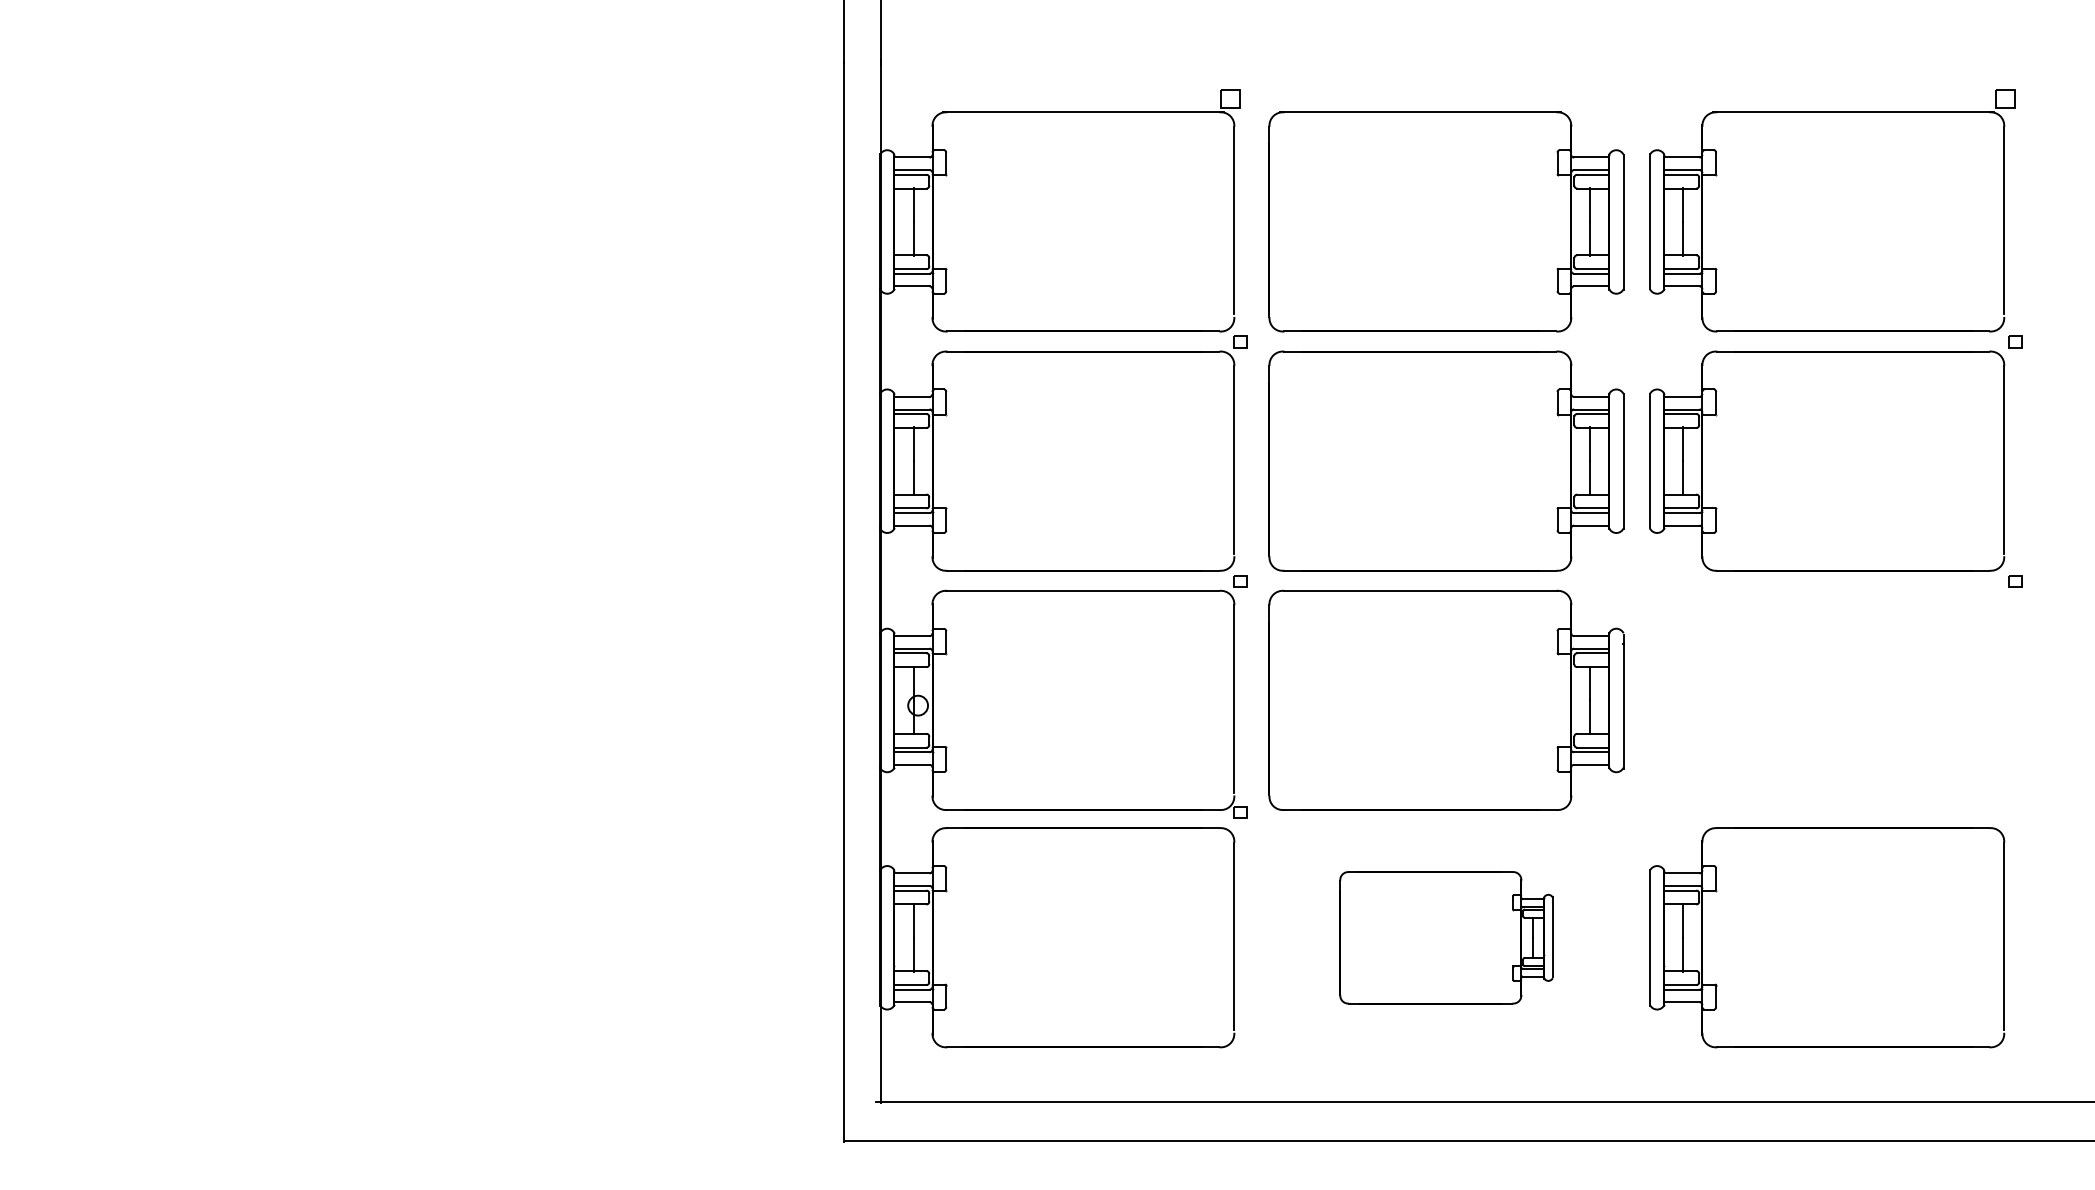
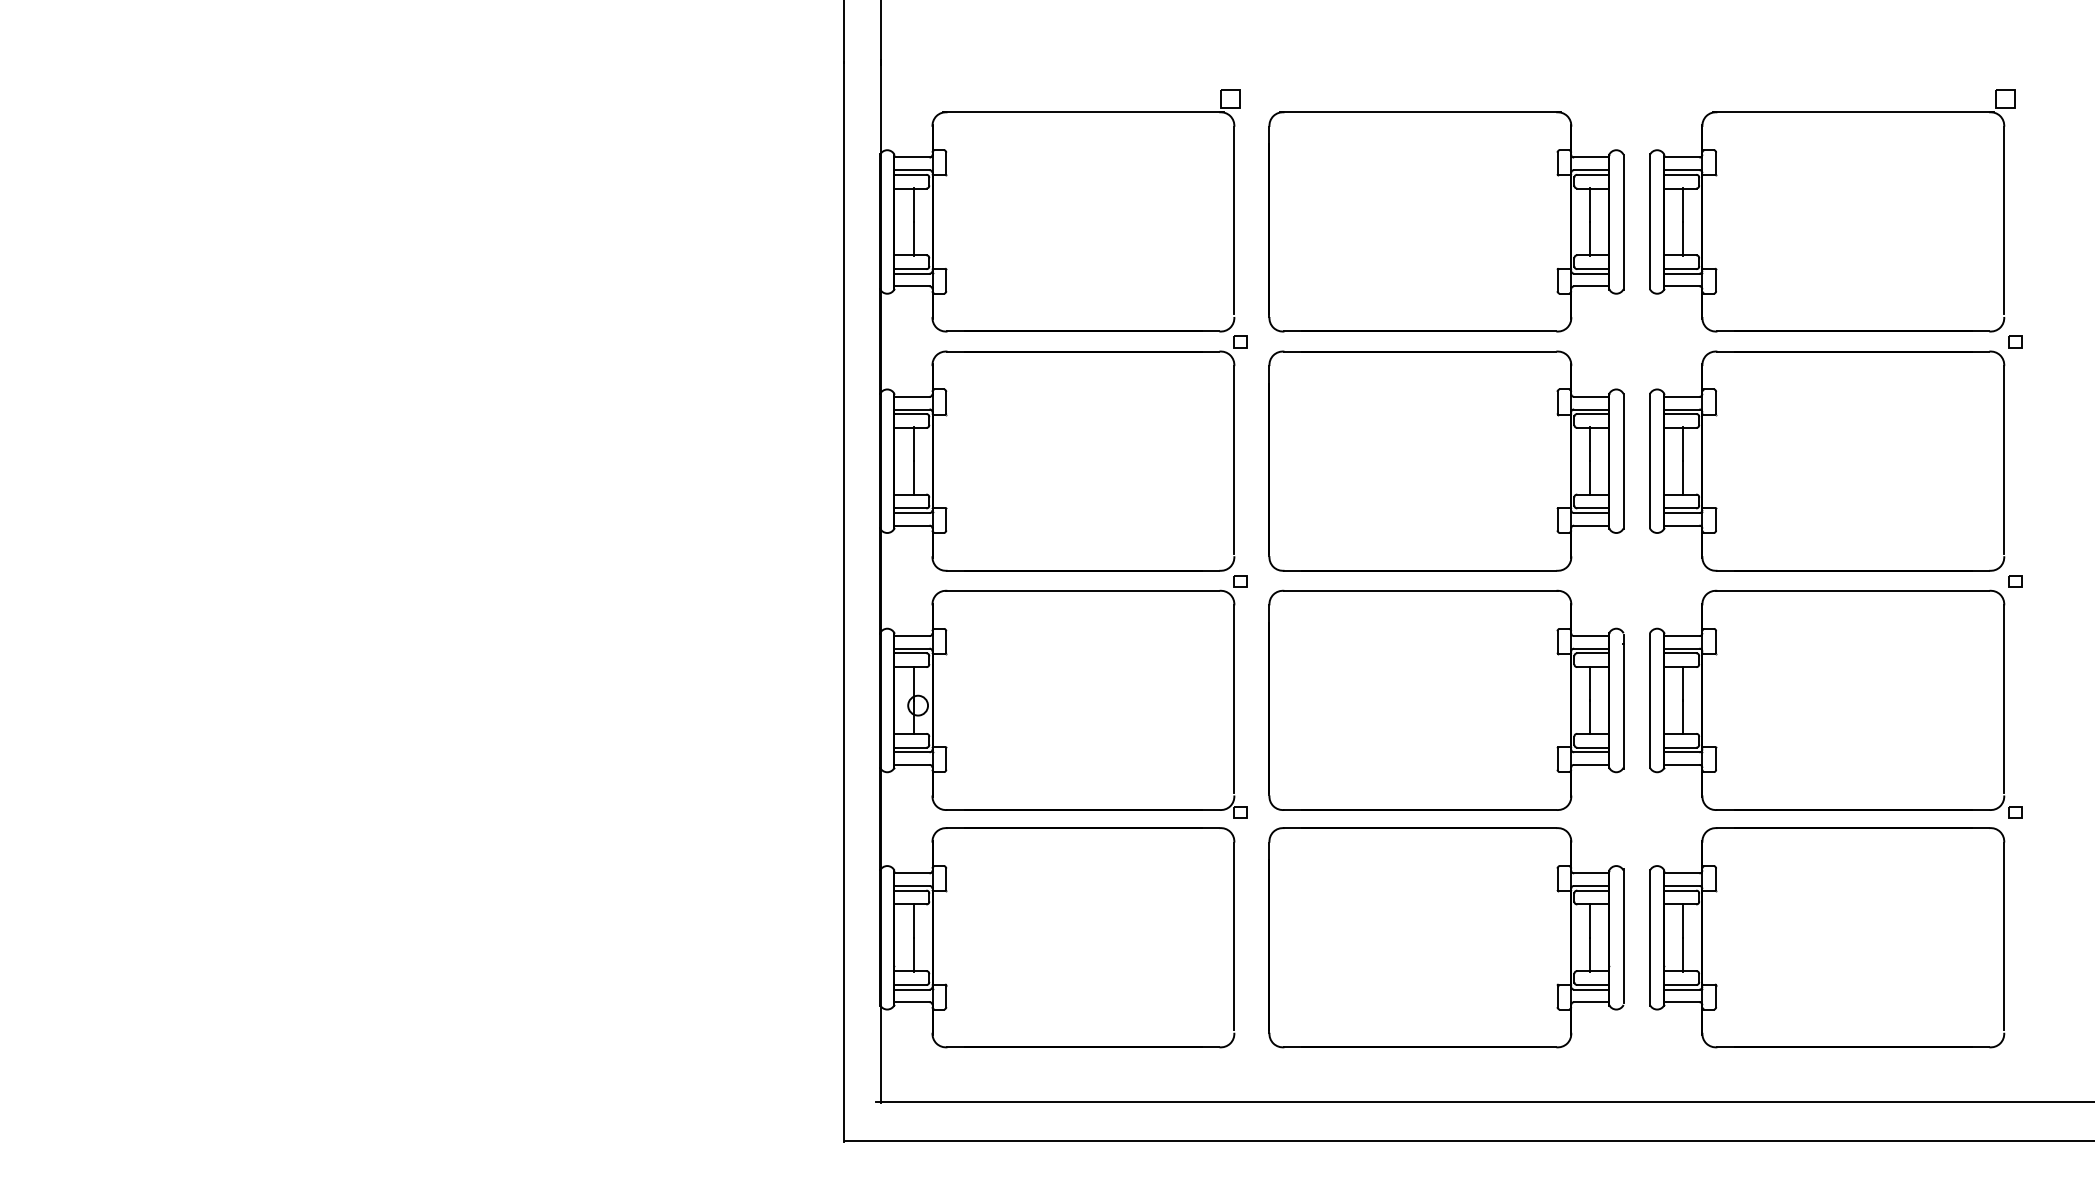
part at (1835, 809): none -> present
part at (1446, 937) size: 215x134 px -> 357x222 px
